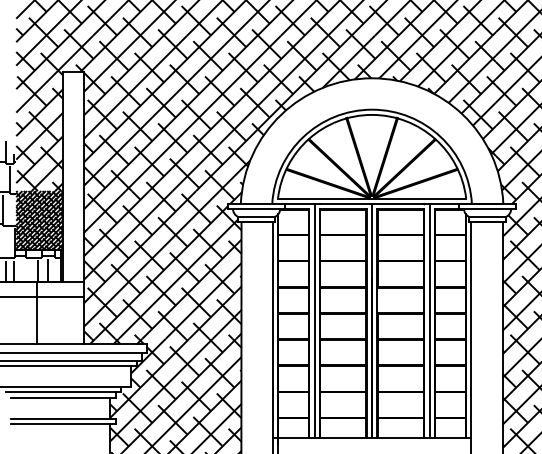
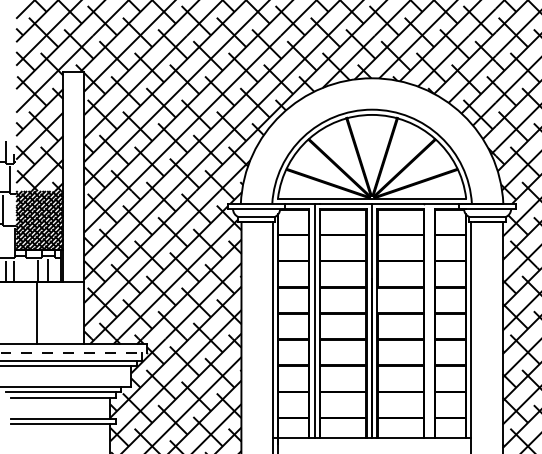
line at (43, 297): present -> none
line at (429, 320): present -> none
line at (74, 352): solid -> dashed
